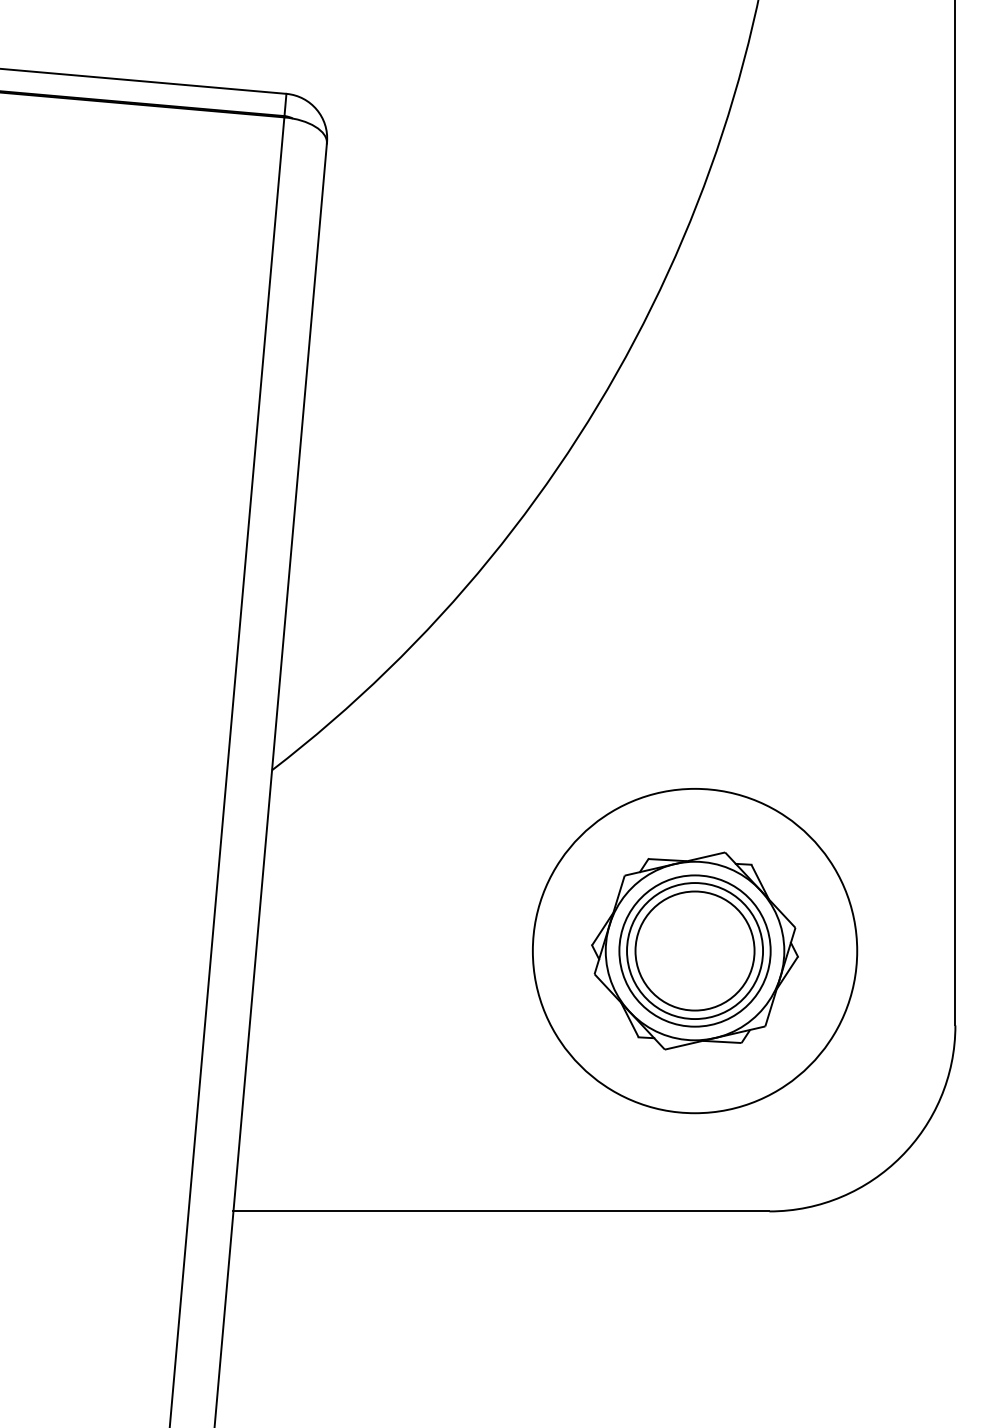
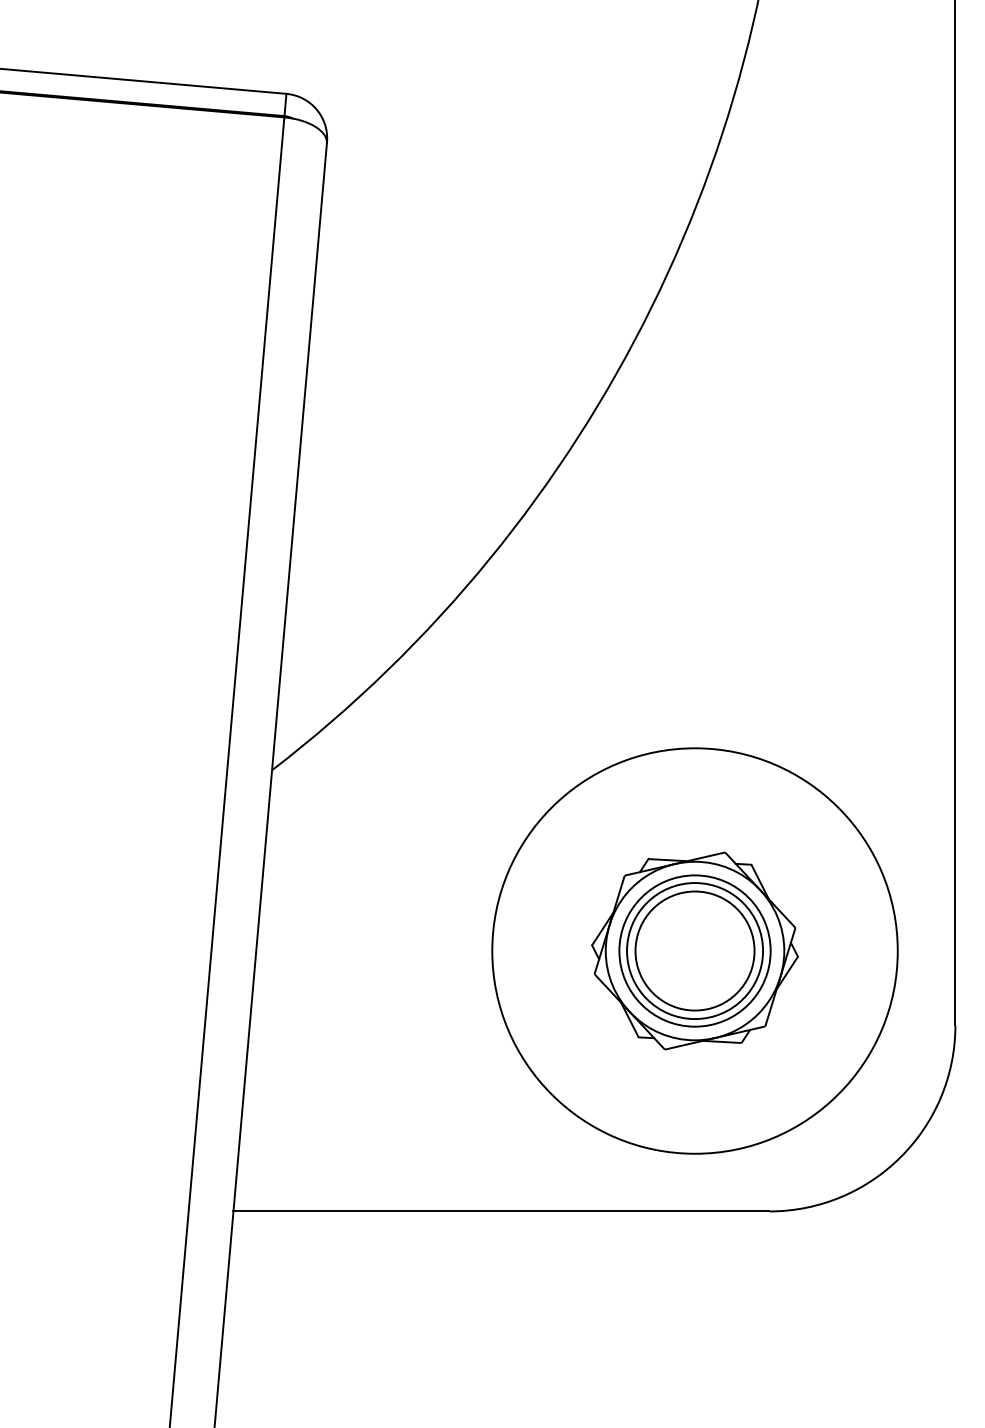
circle at (694, 950) diameter: 324 px -> 405 px
